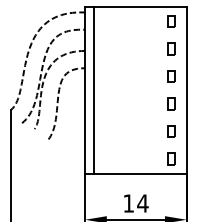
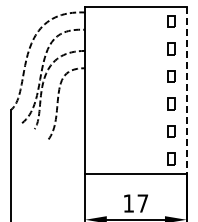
line at (94, 90): present -> none
line at (186, 90): solid -> dashed
text at (142, 203): 14 -> 17
